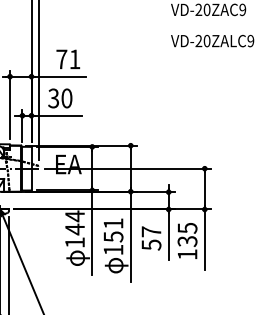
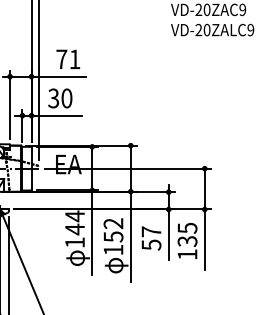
text at (212, 40) position: (212, 40) -> (212, 29)
text at (113, 223): 151 -> 152
